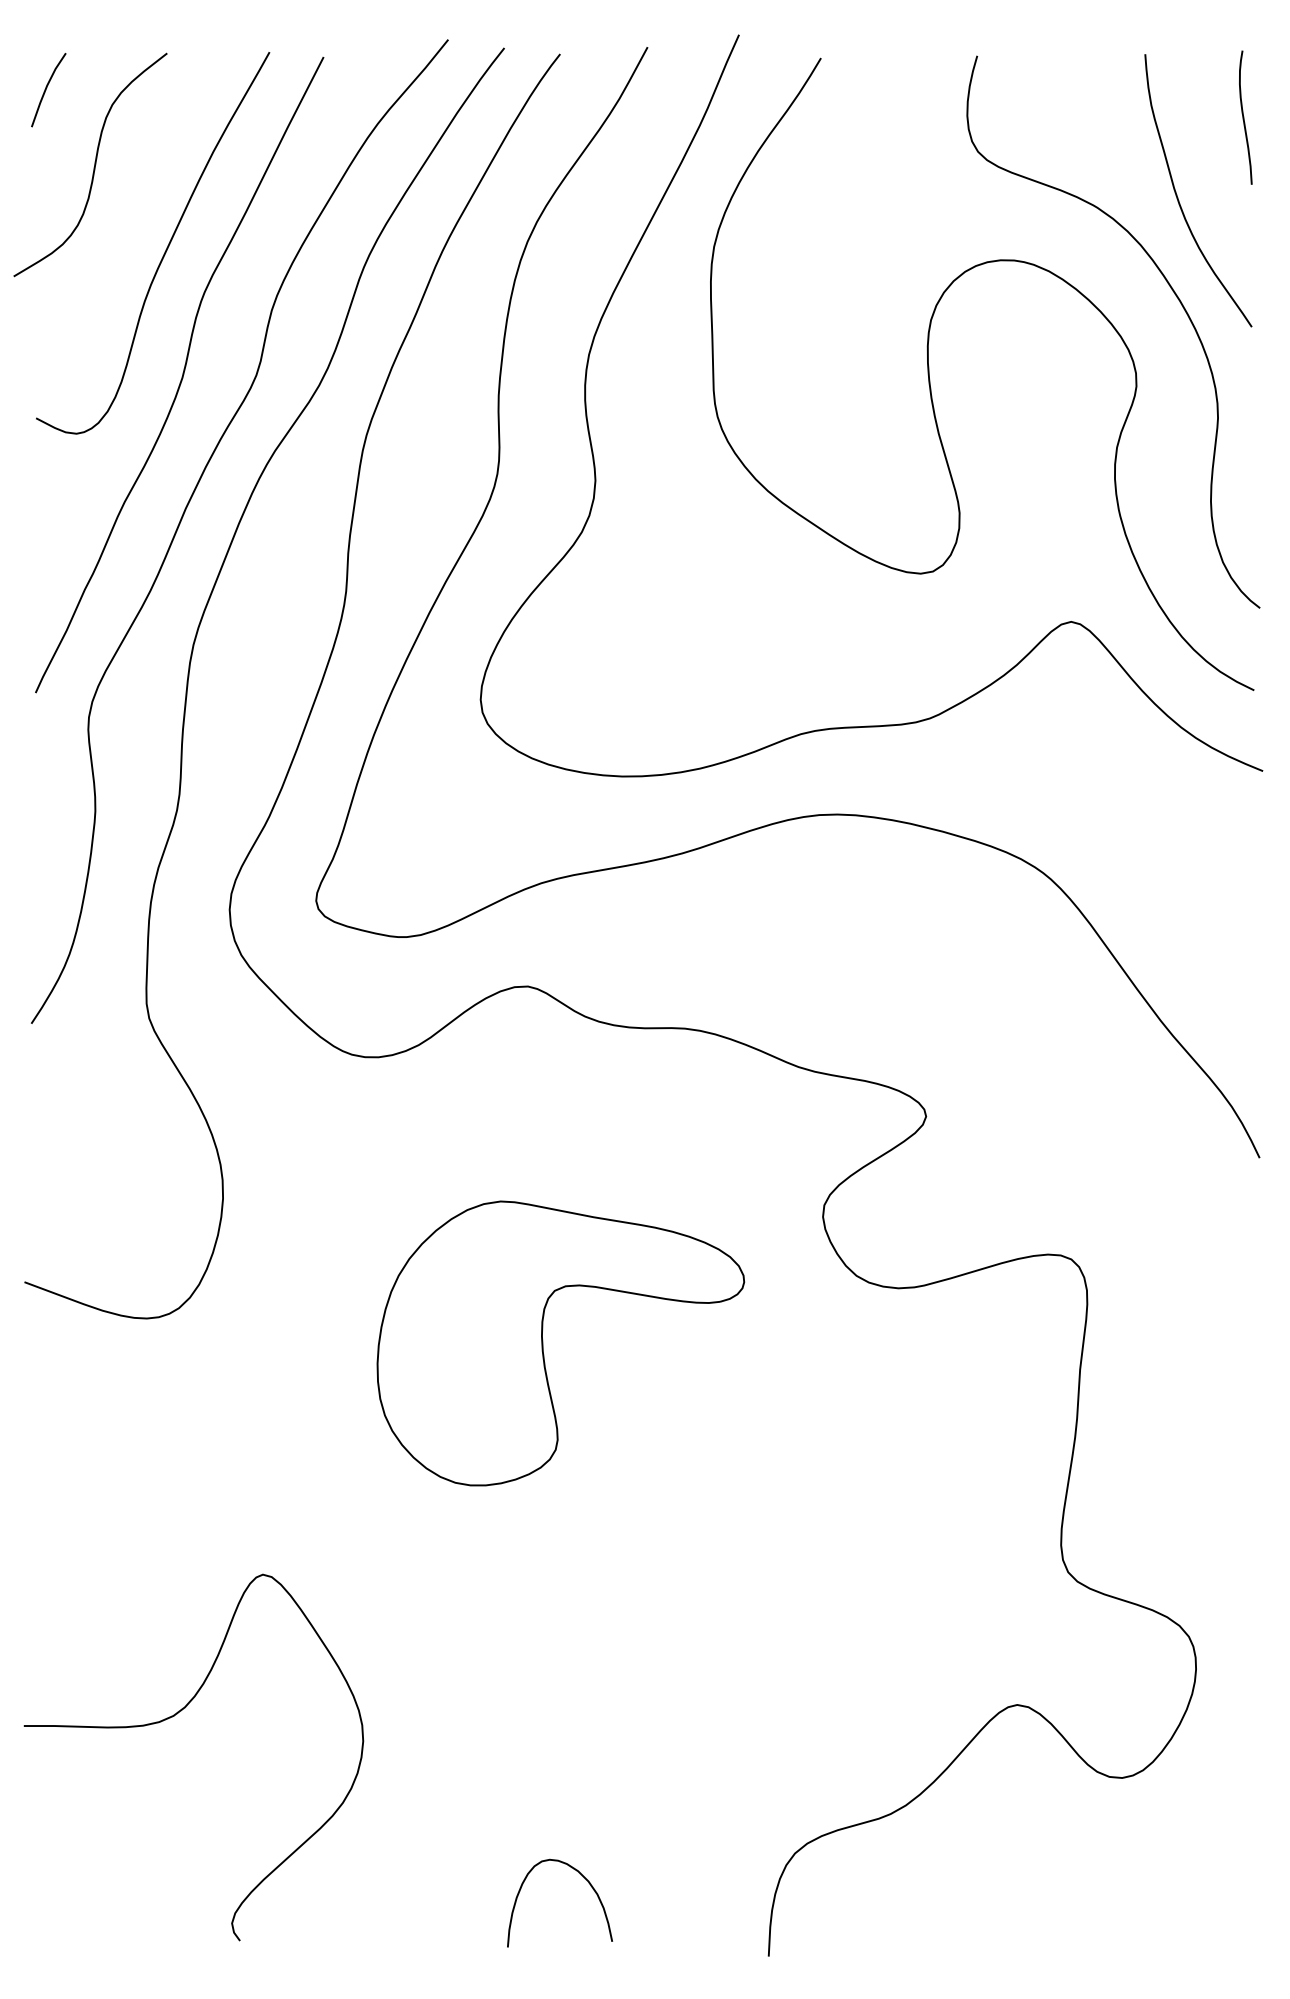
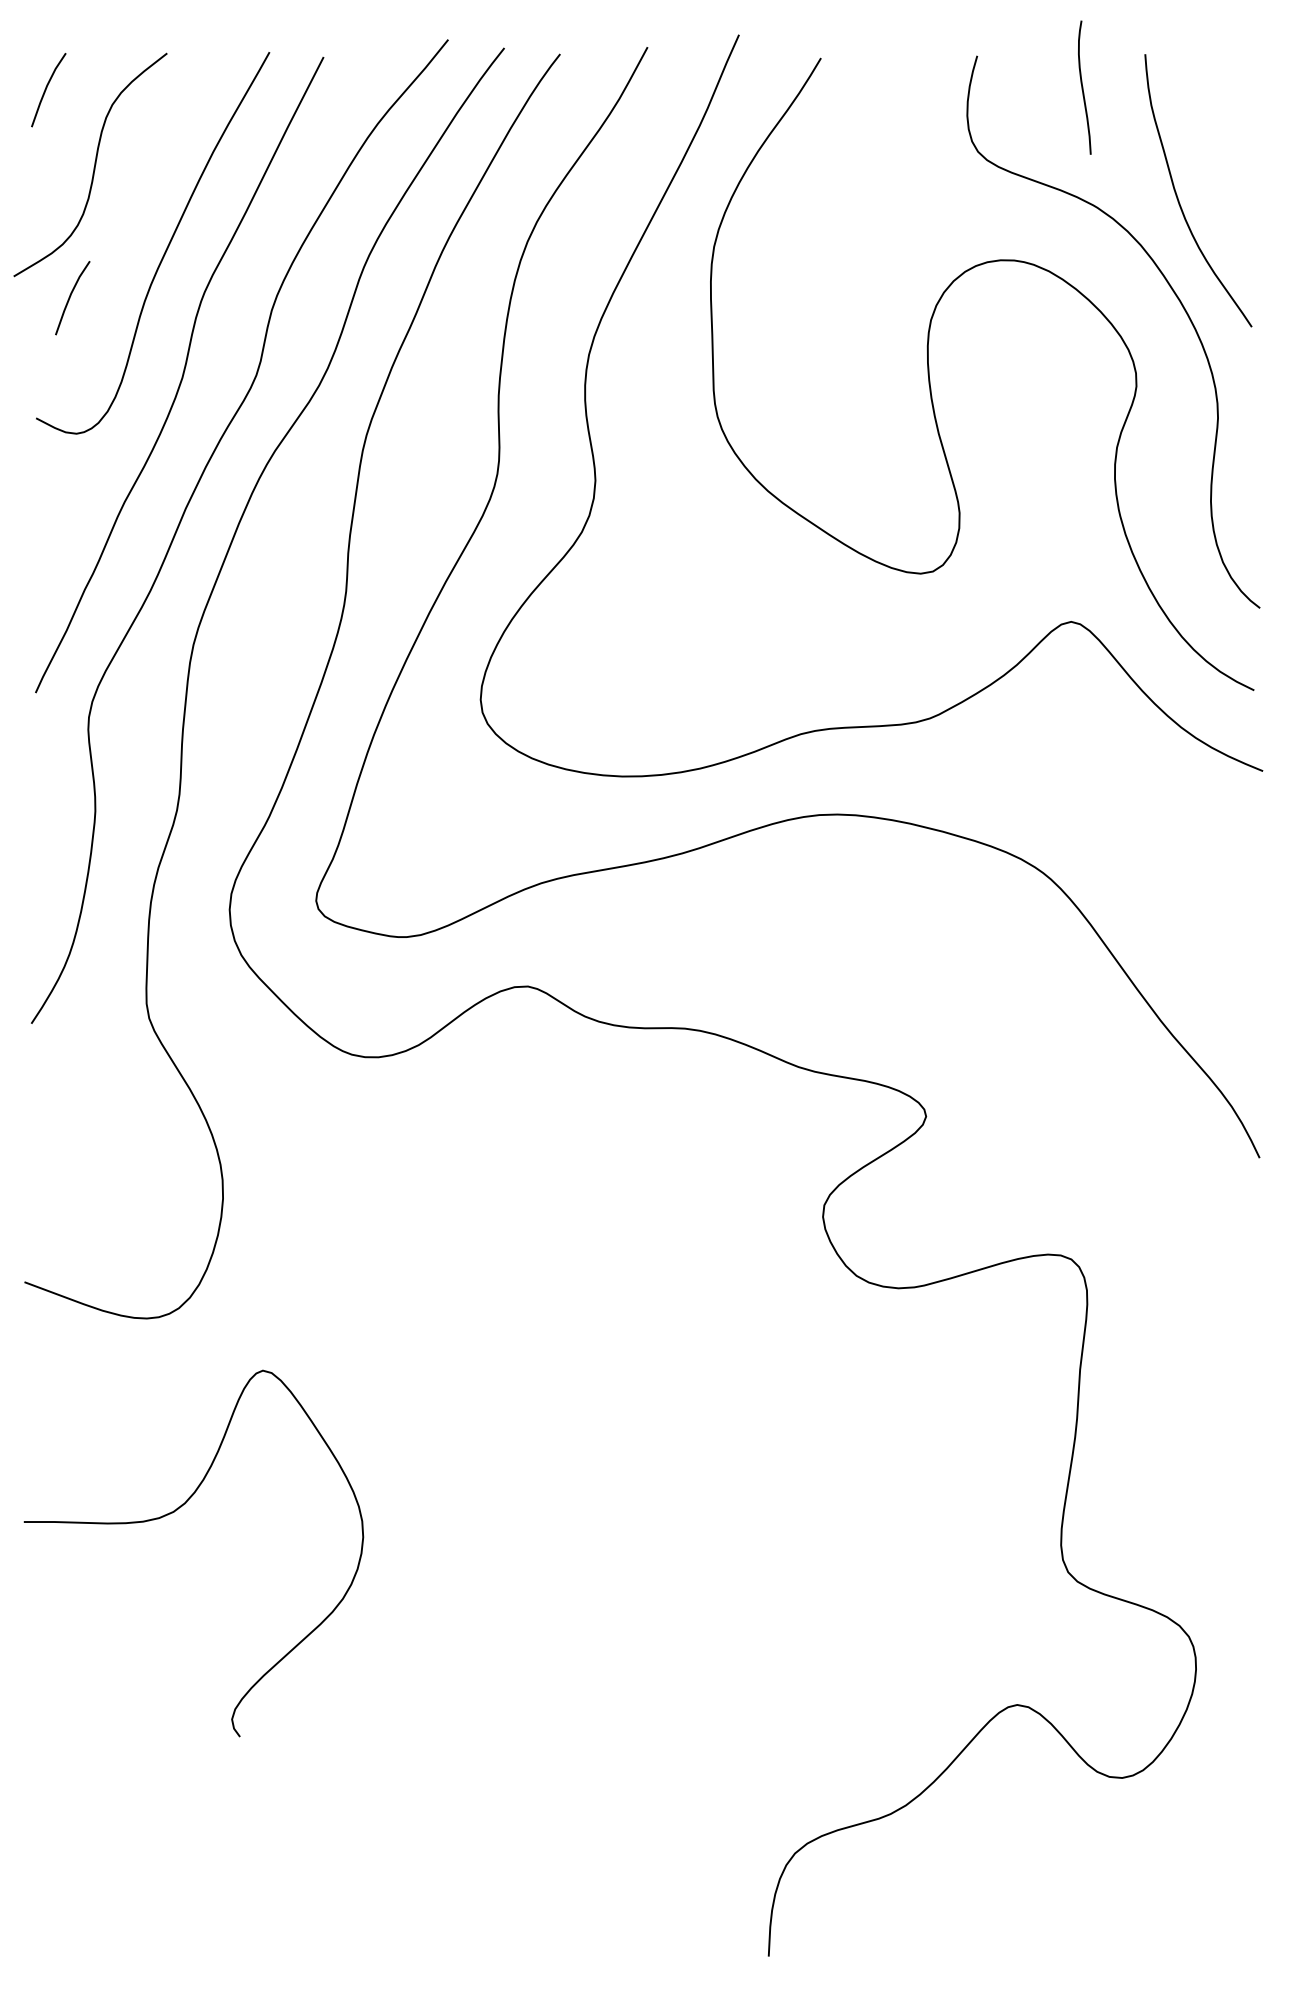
curve at (1244, 117) position: (1244, 117) -> (1083, 87)
line at (70, 298): none -> present
part at (543, 1343): present -> none
curve at (172, 1717) position: (172, 1717) -> (172, 1513)
curve at (588, 1883): present -> none
